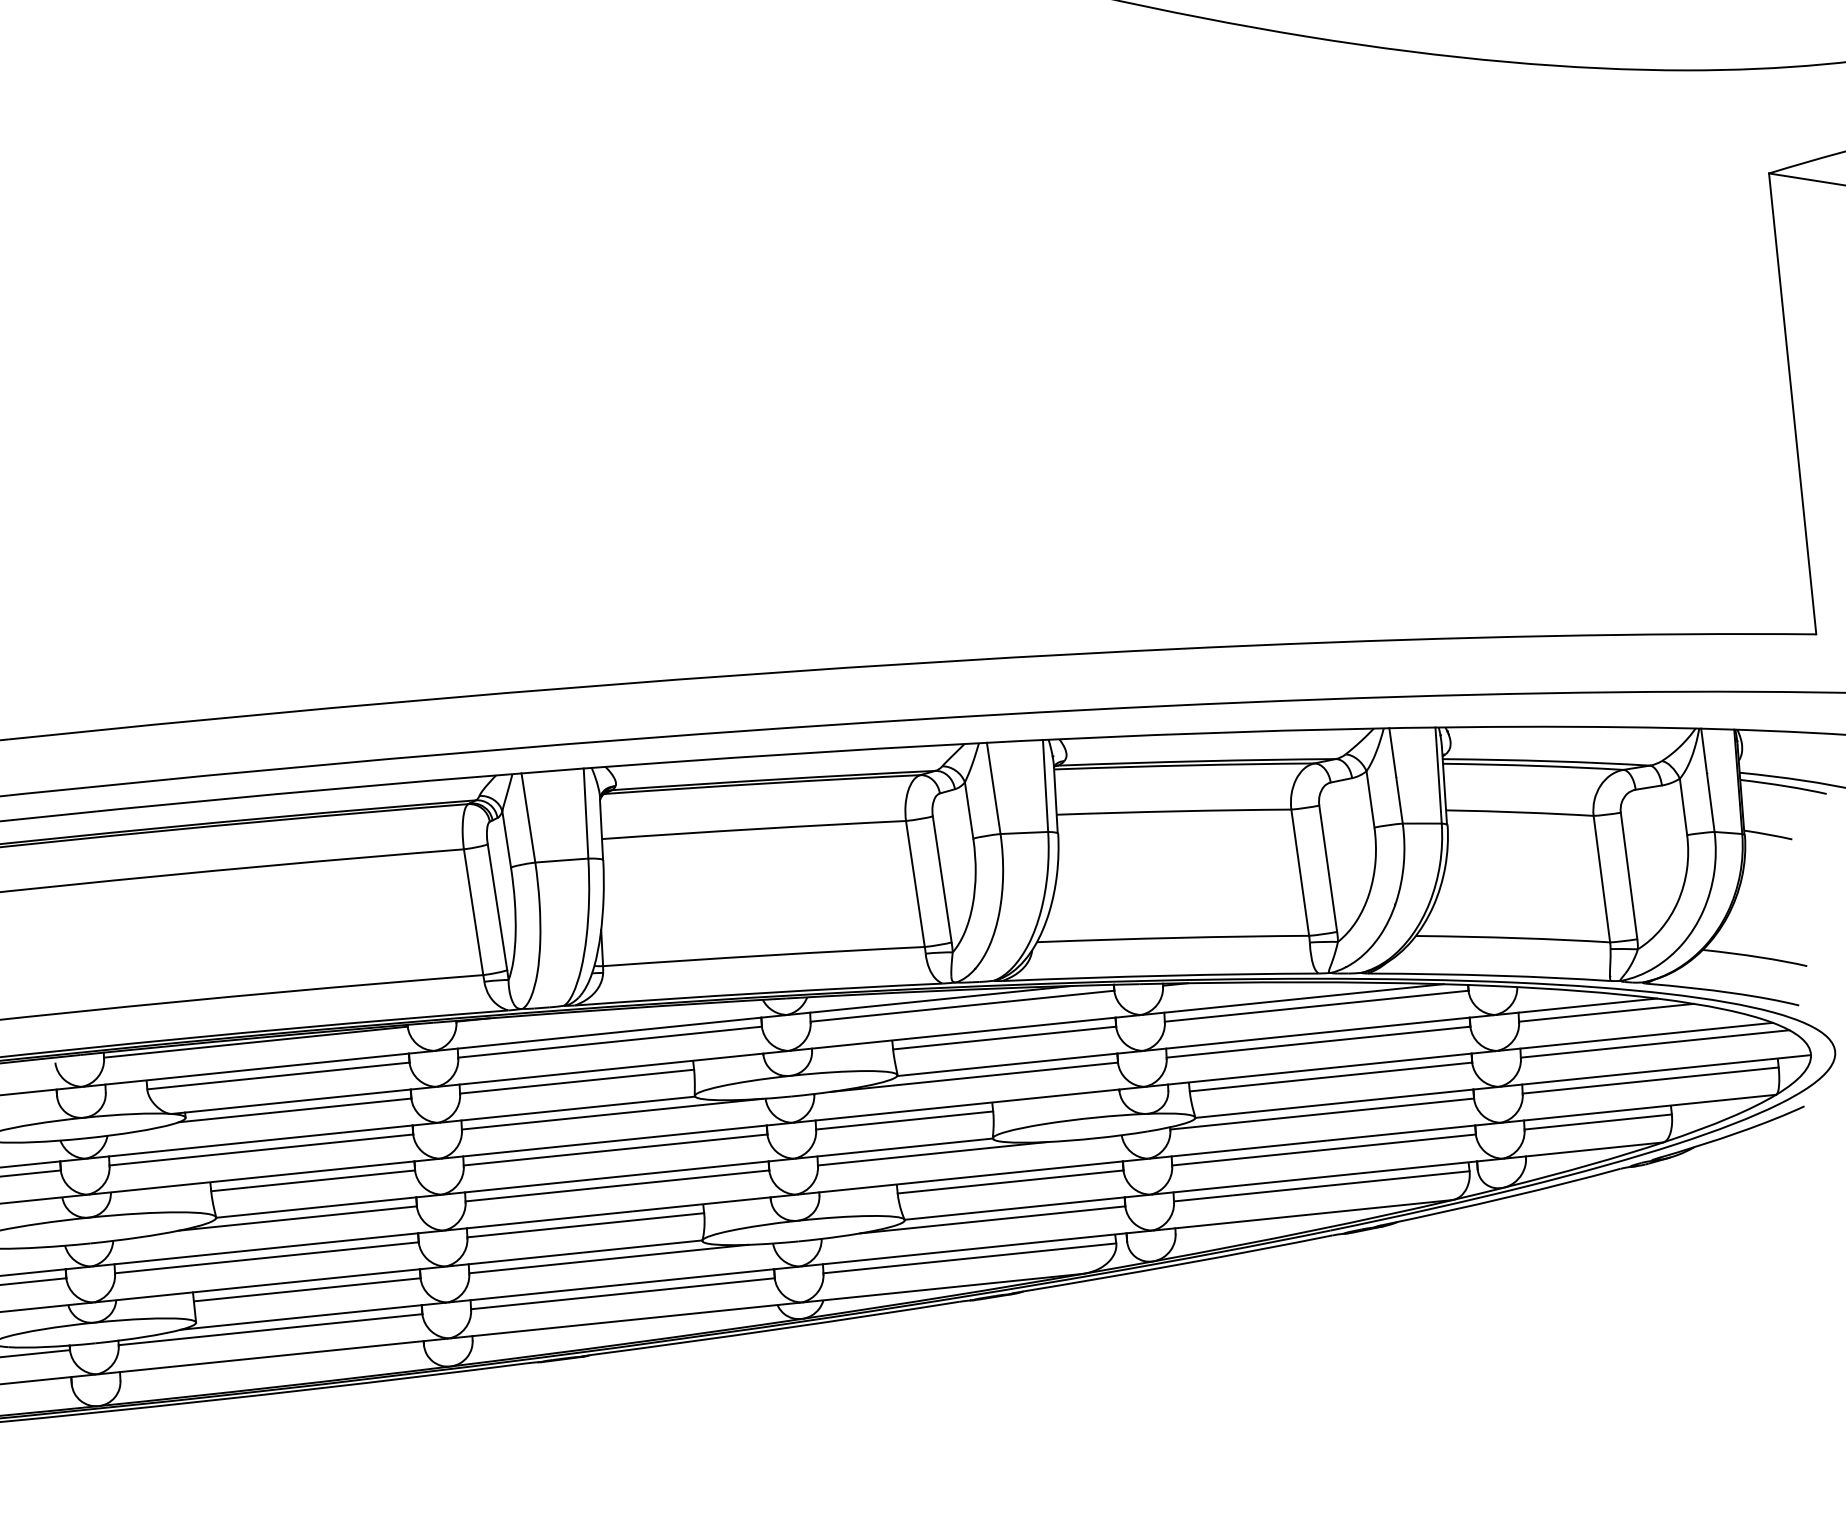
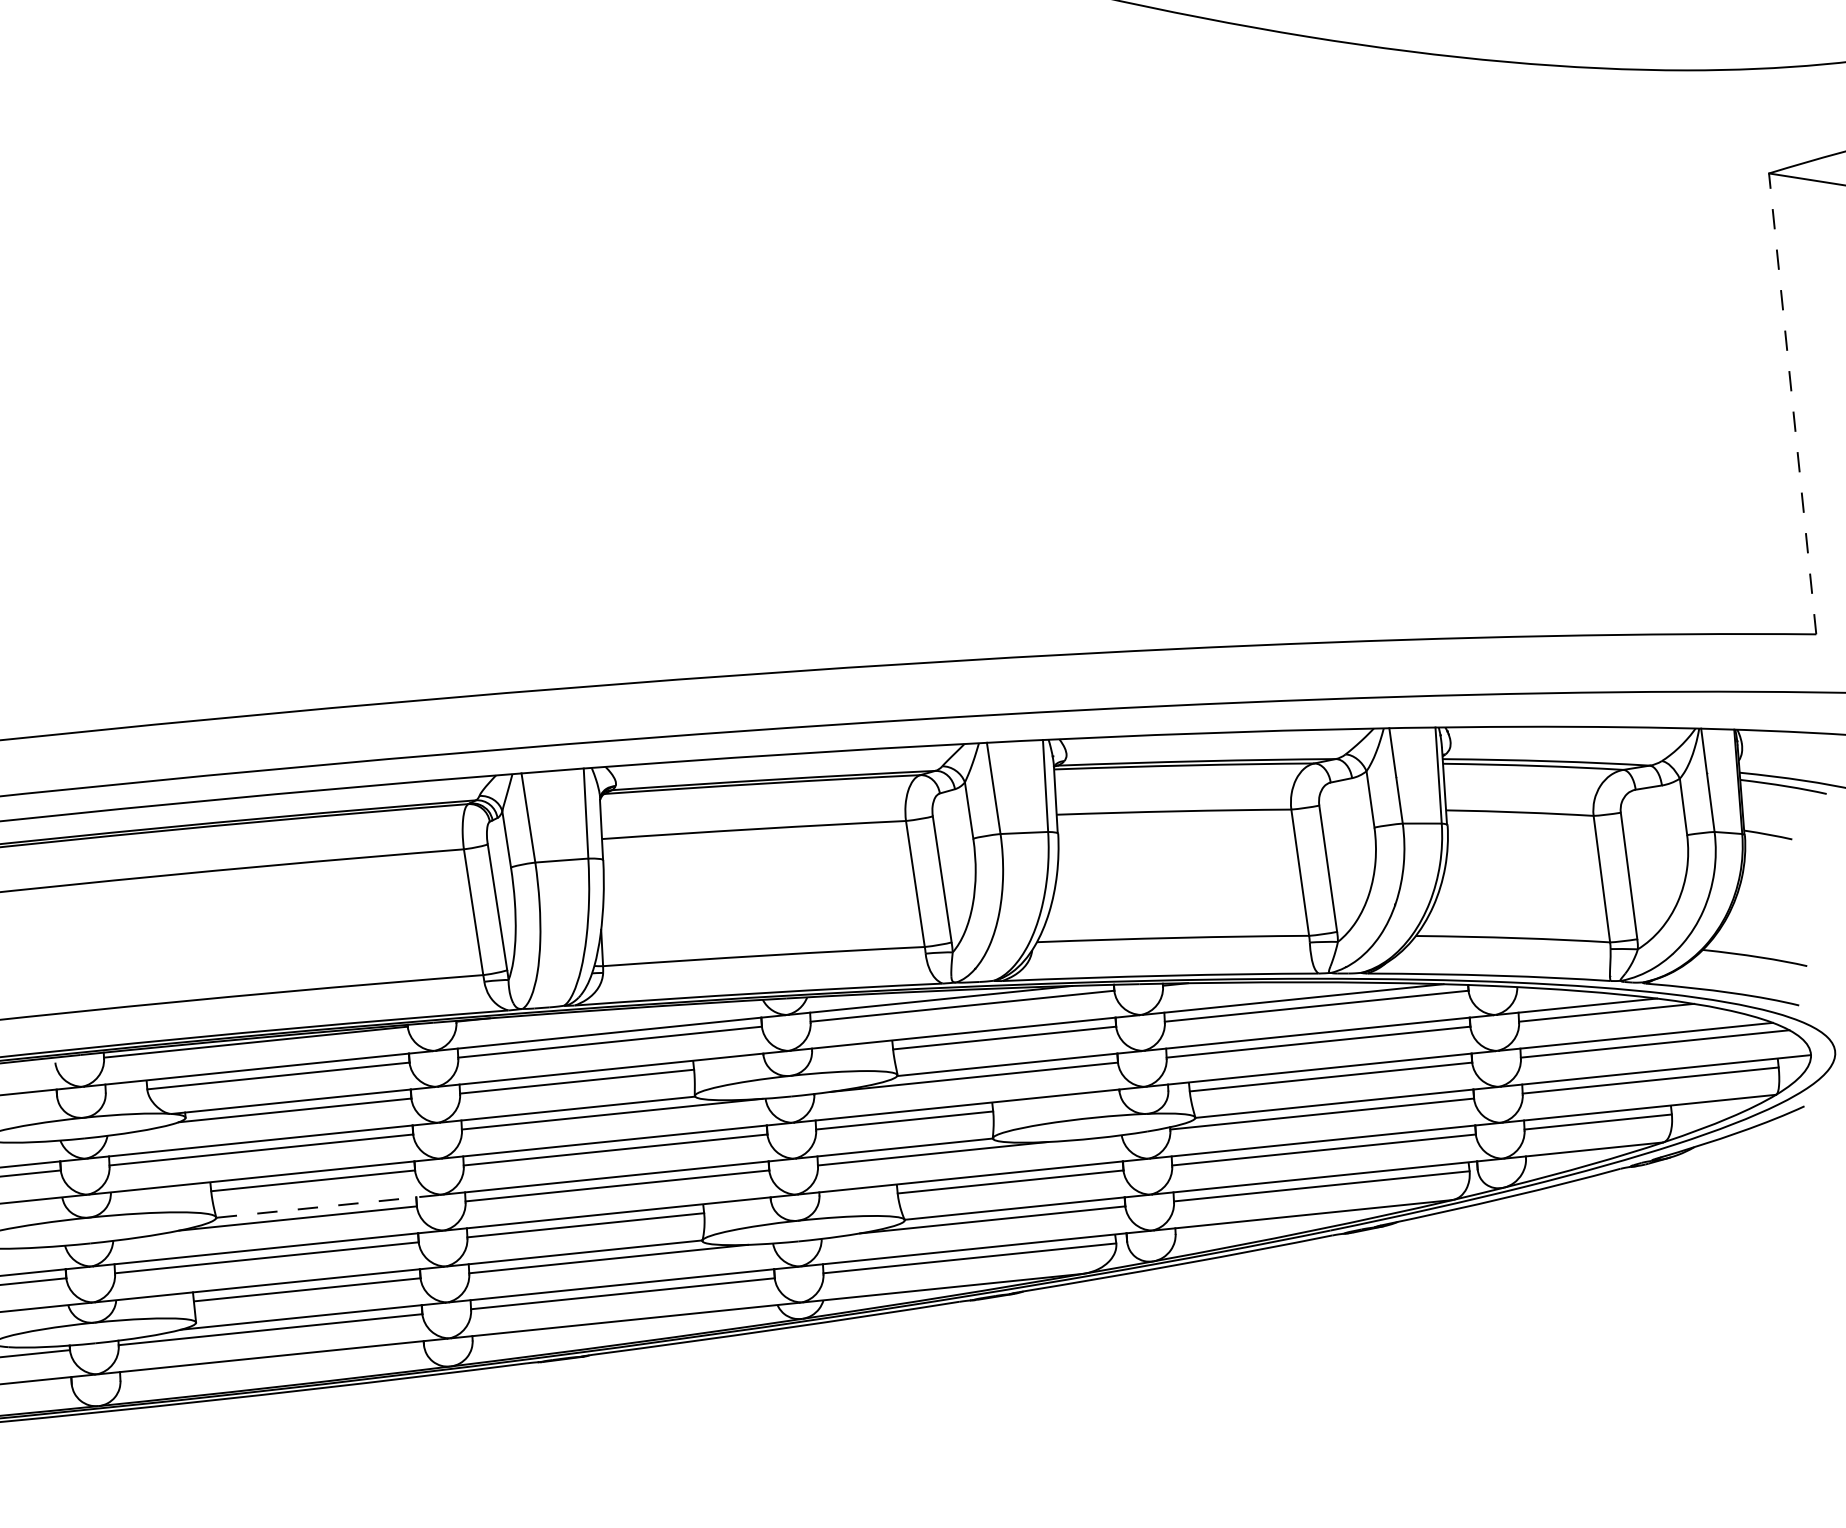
line at (1792, 403): solid -> dashed
line at (327, 1206): solid -> dashed
